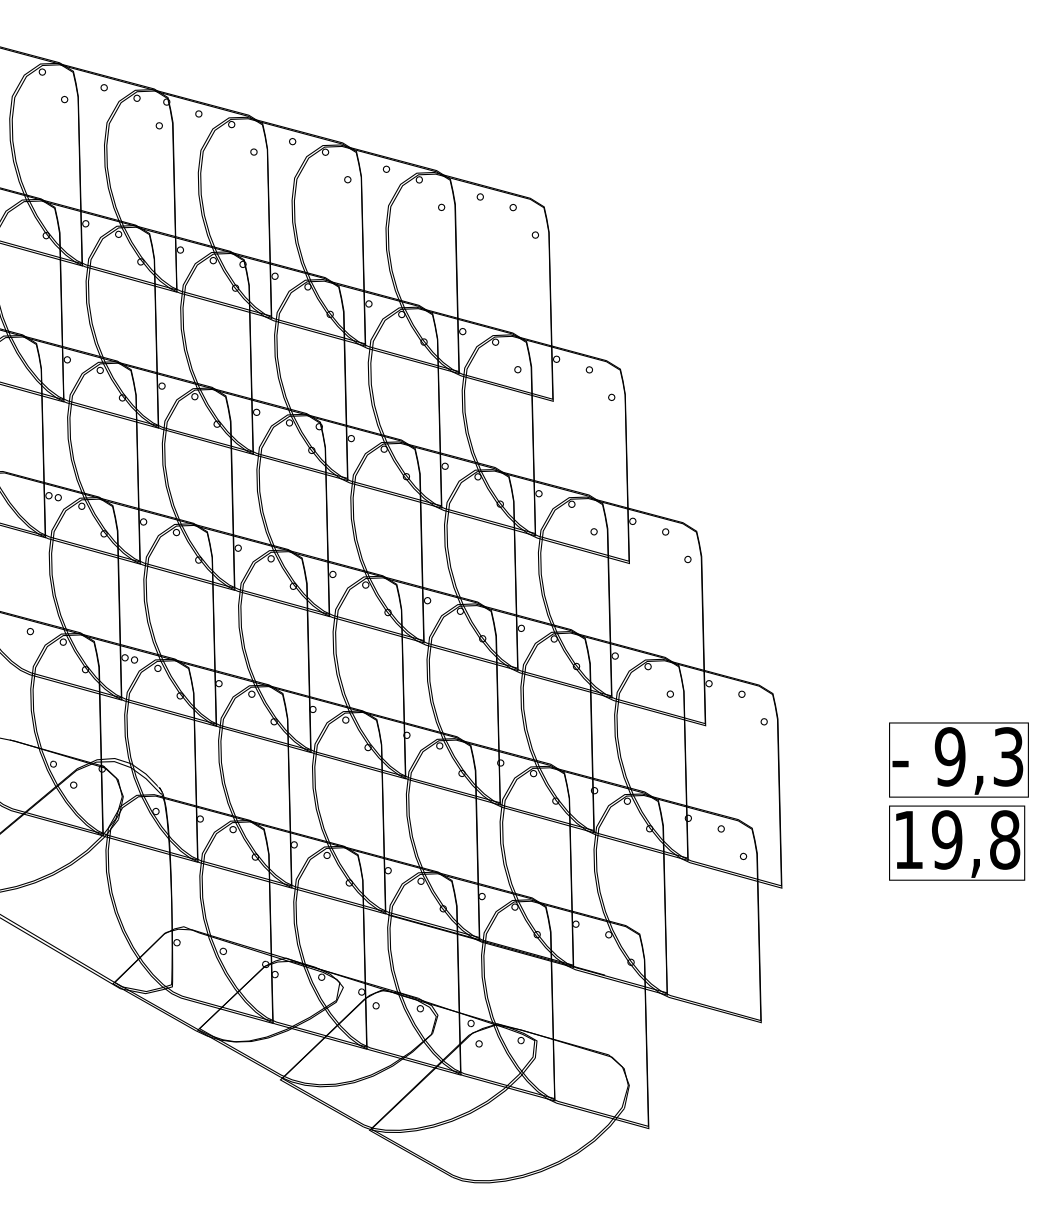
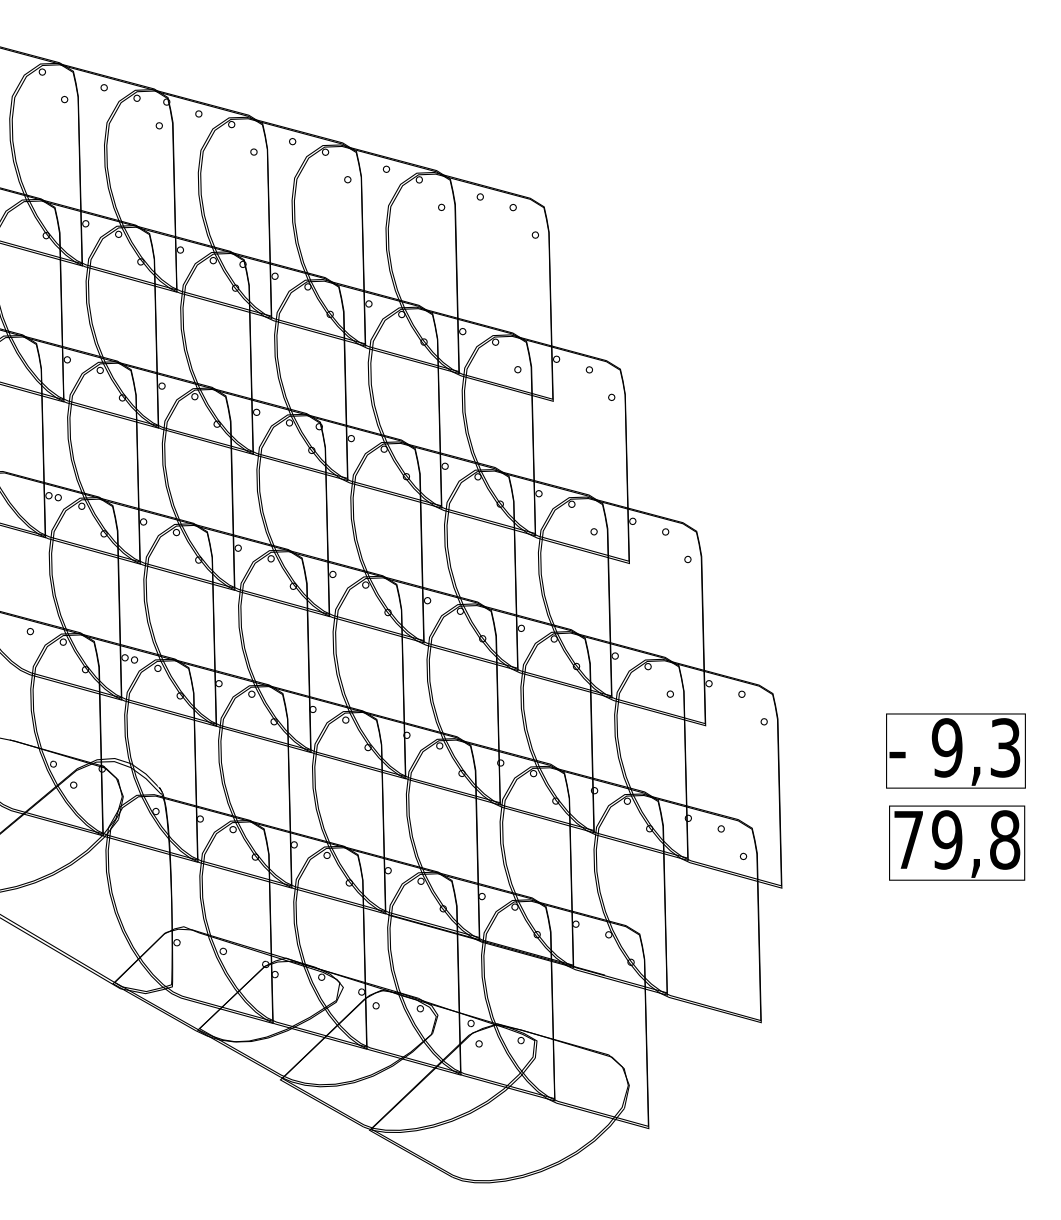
text at (958, 759) position: (958, 759) -> (955, 750)
text at (908, 839): 19,8 -> 79,8
